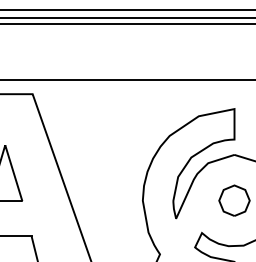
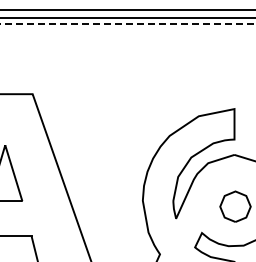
line at (127, 24): solid -> dashed
line at (127, 79): present -> none
part at (234, 200) position: (234, 200) -> (235, 206)
